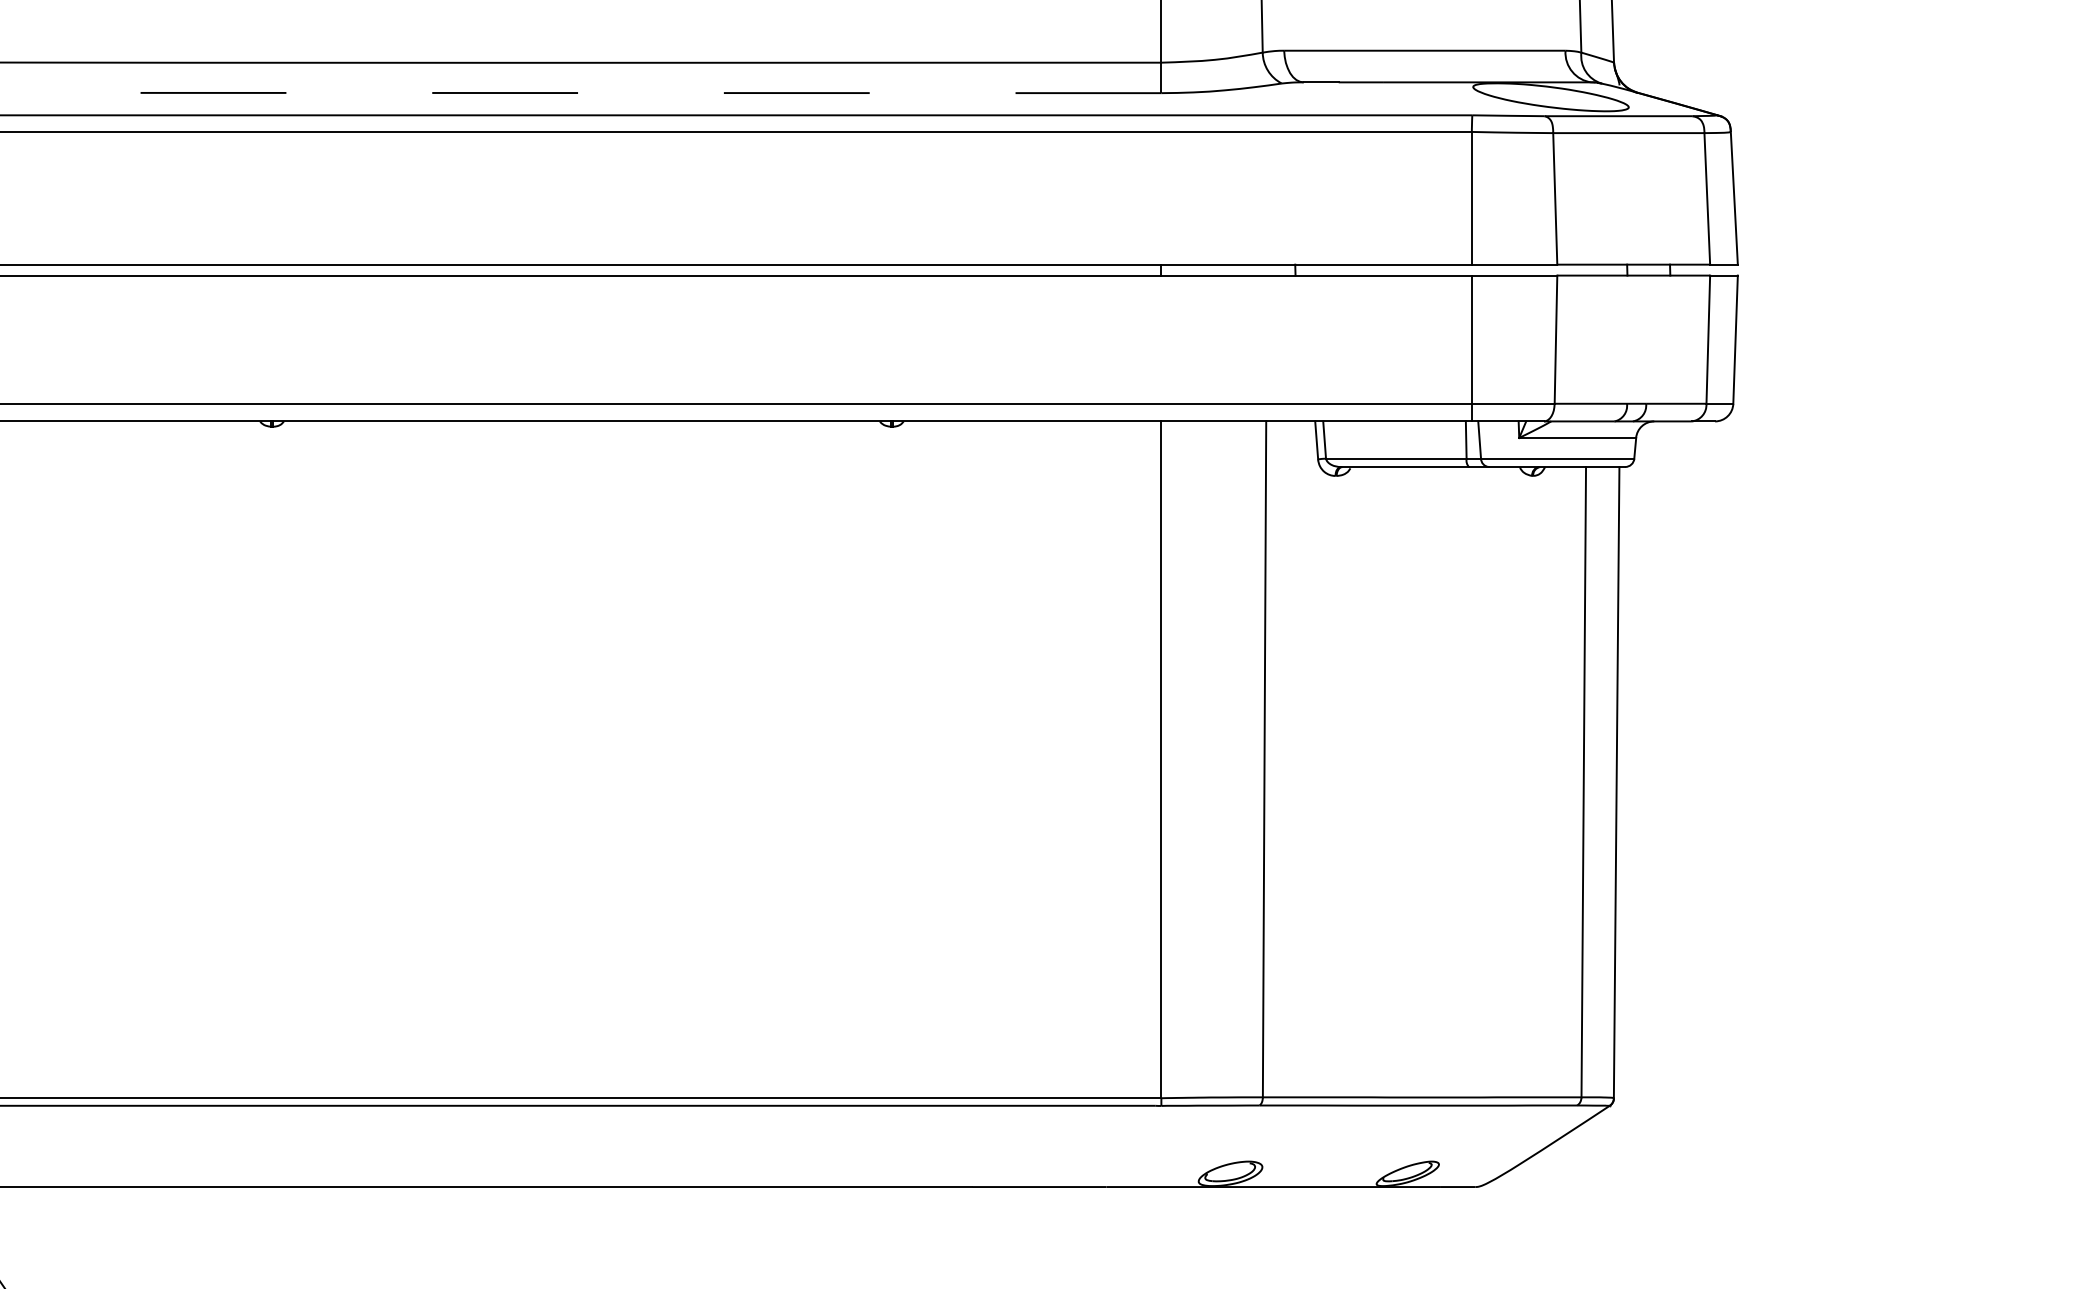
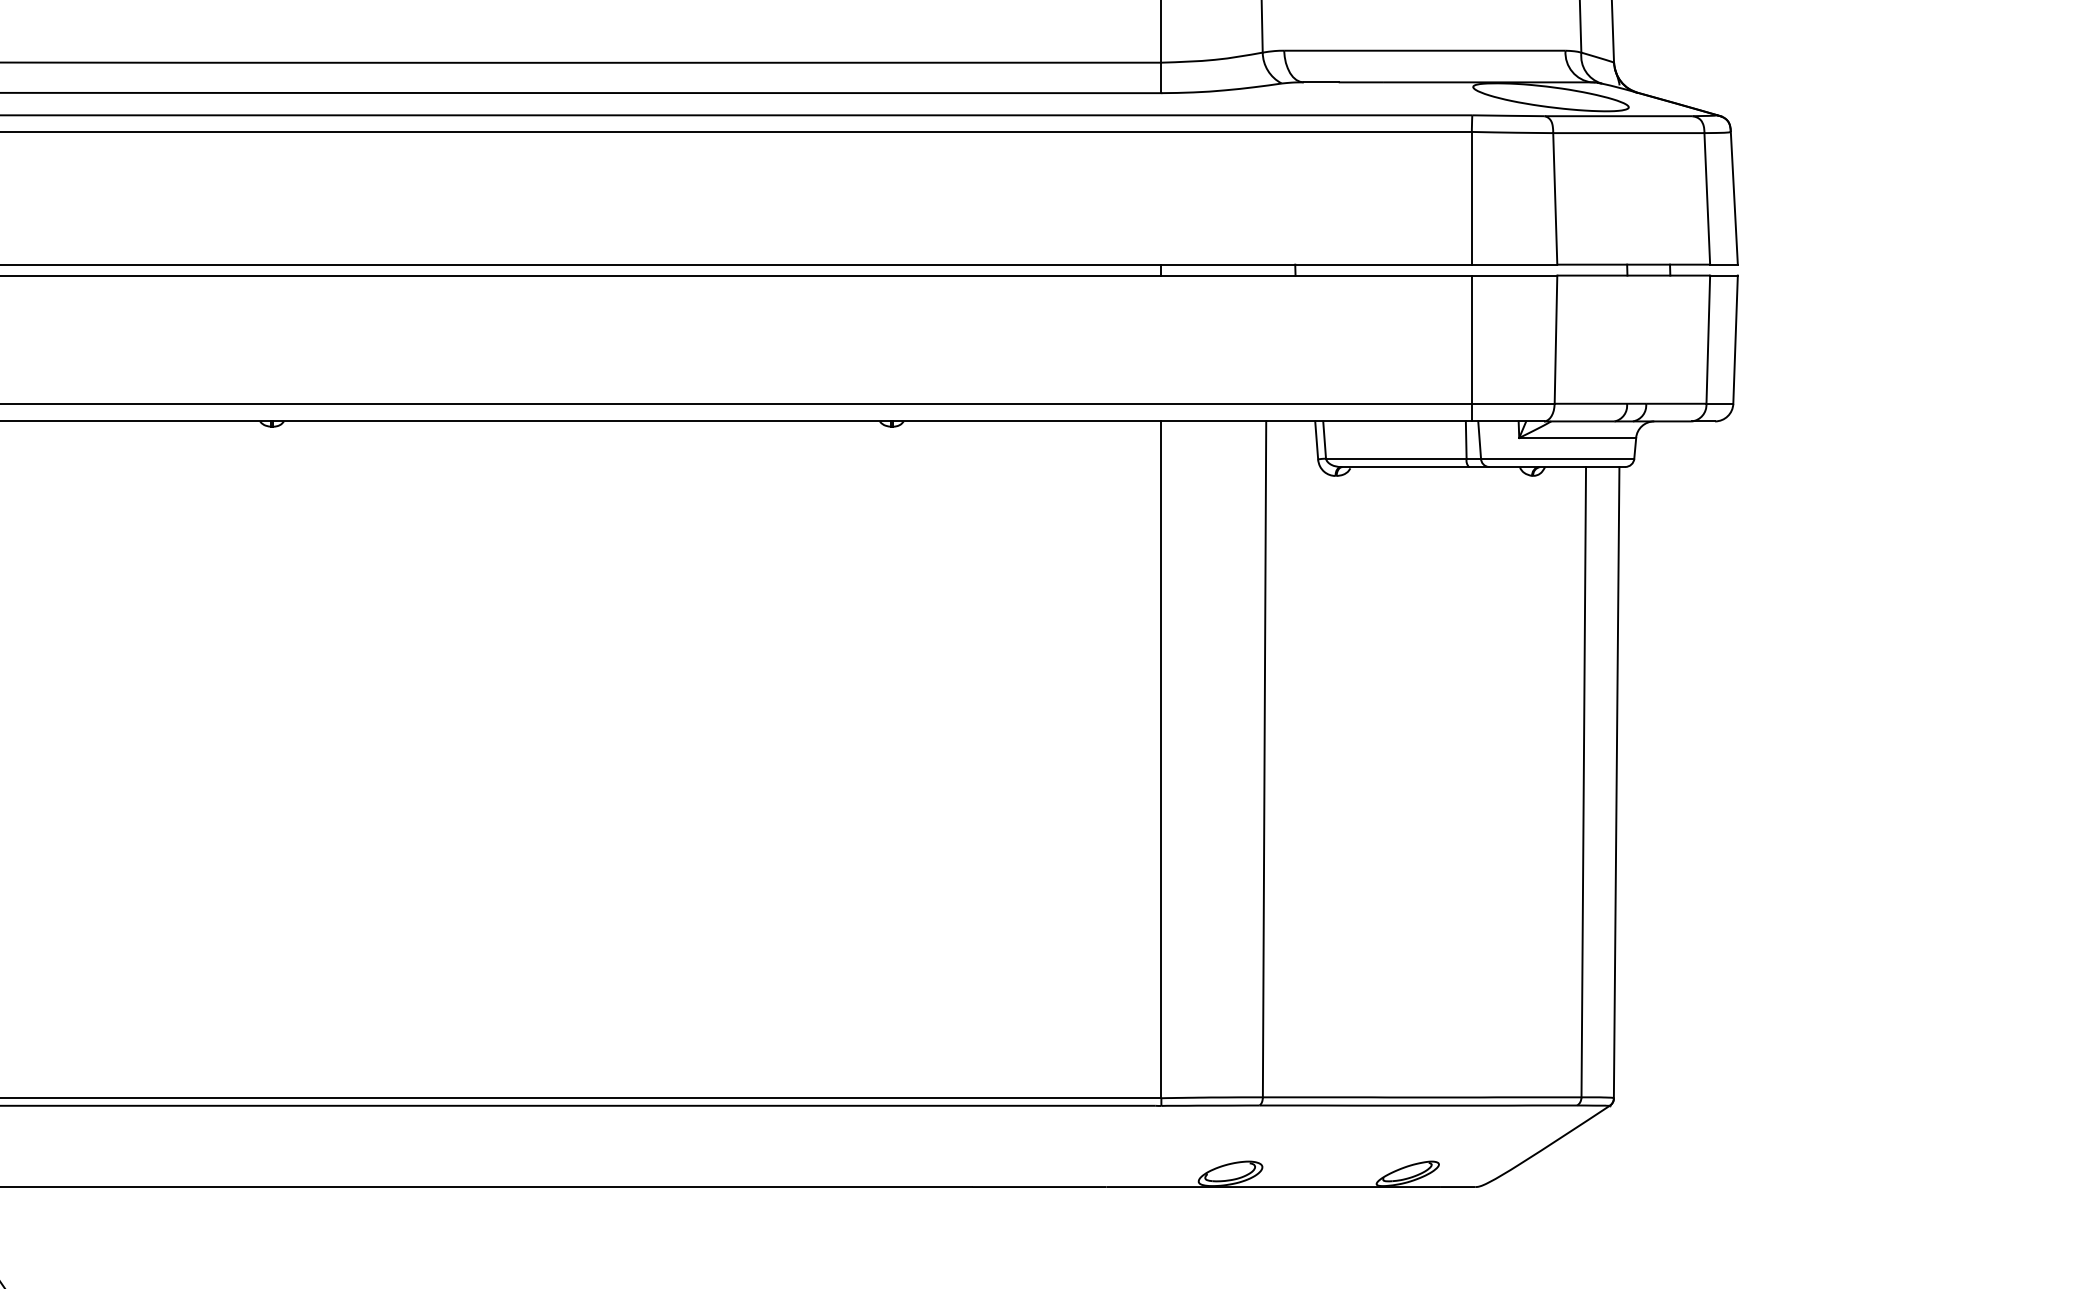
line at (580, 93): dashed -> solid
